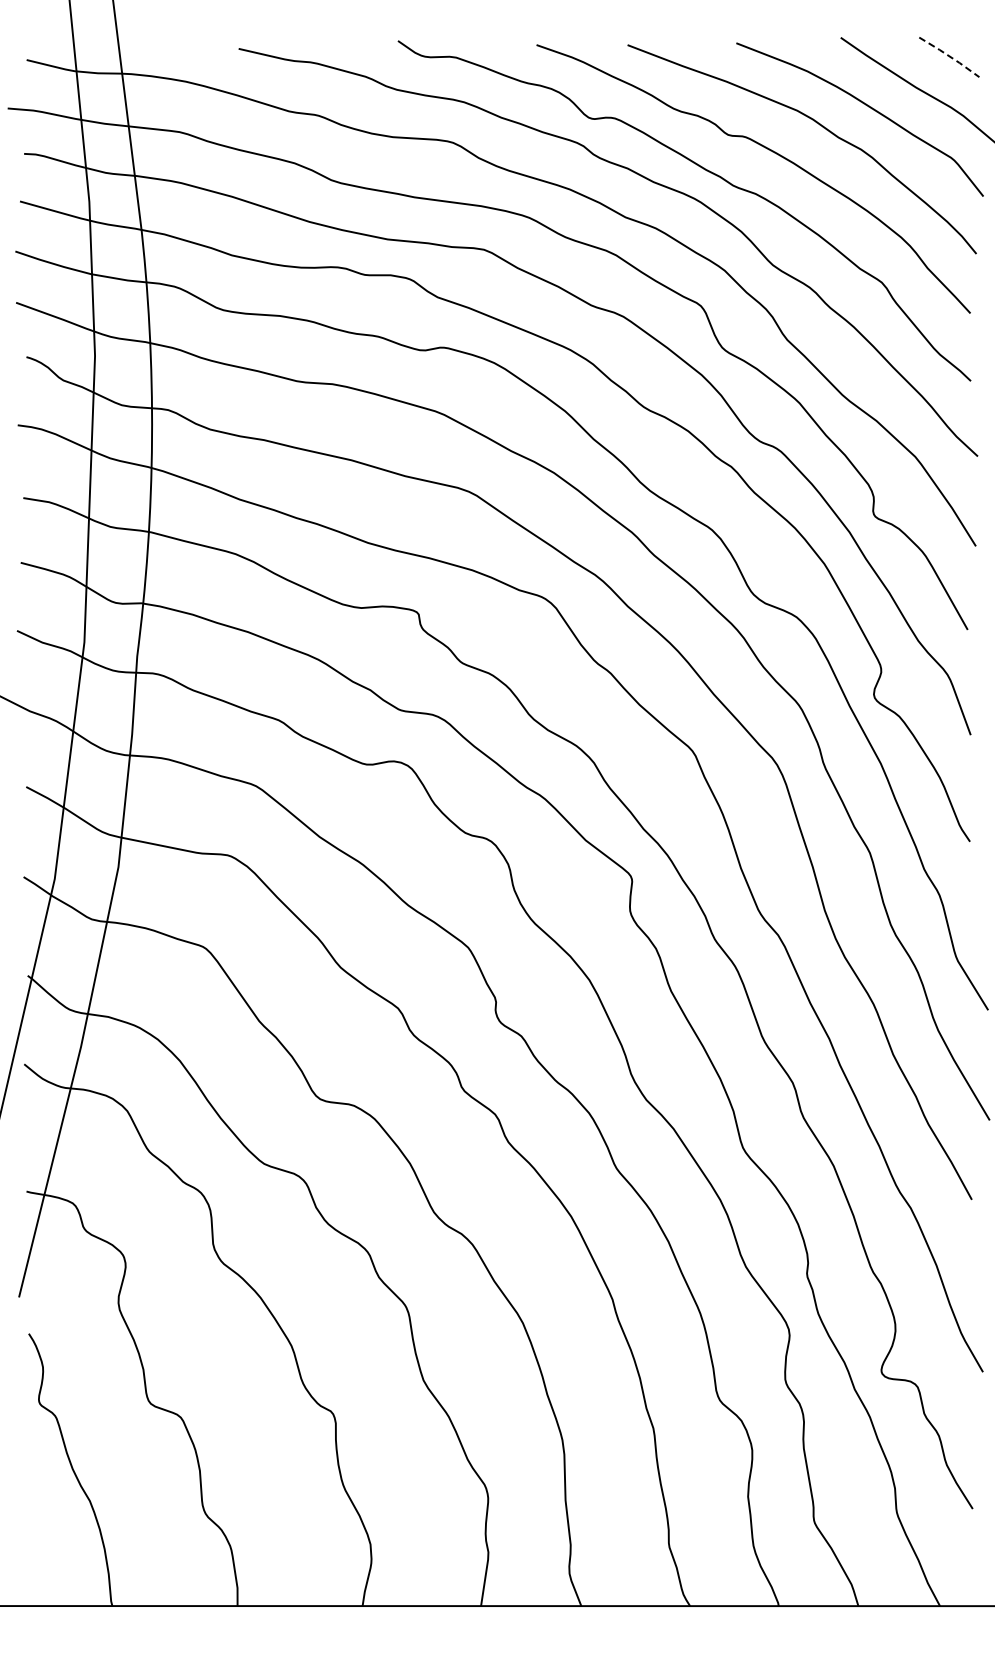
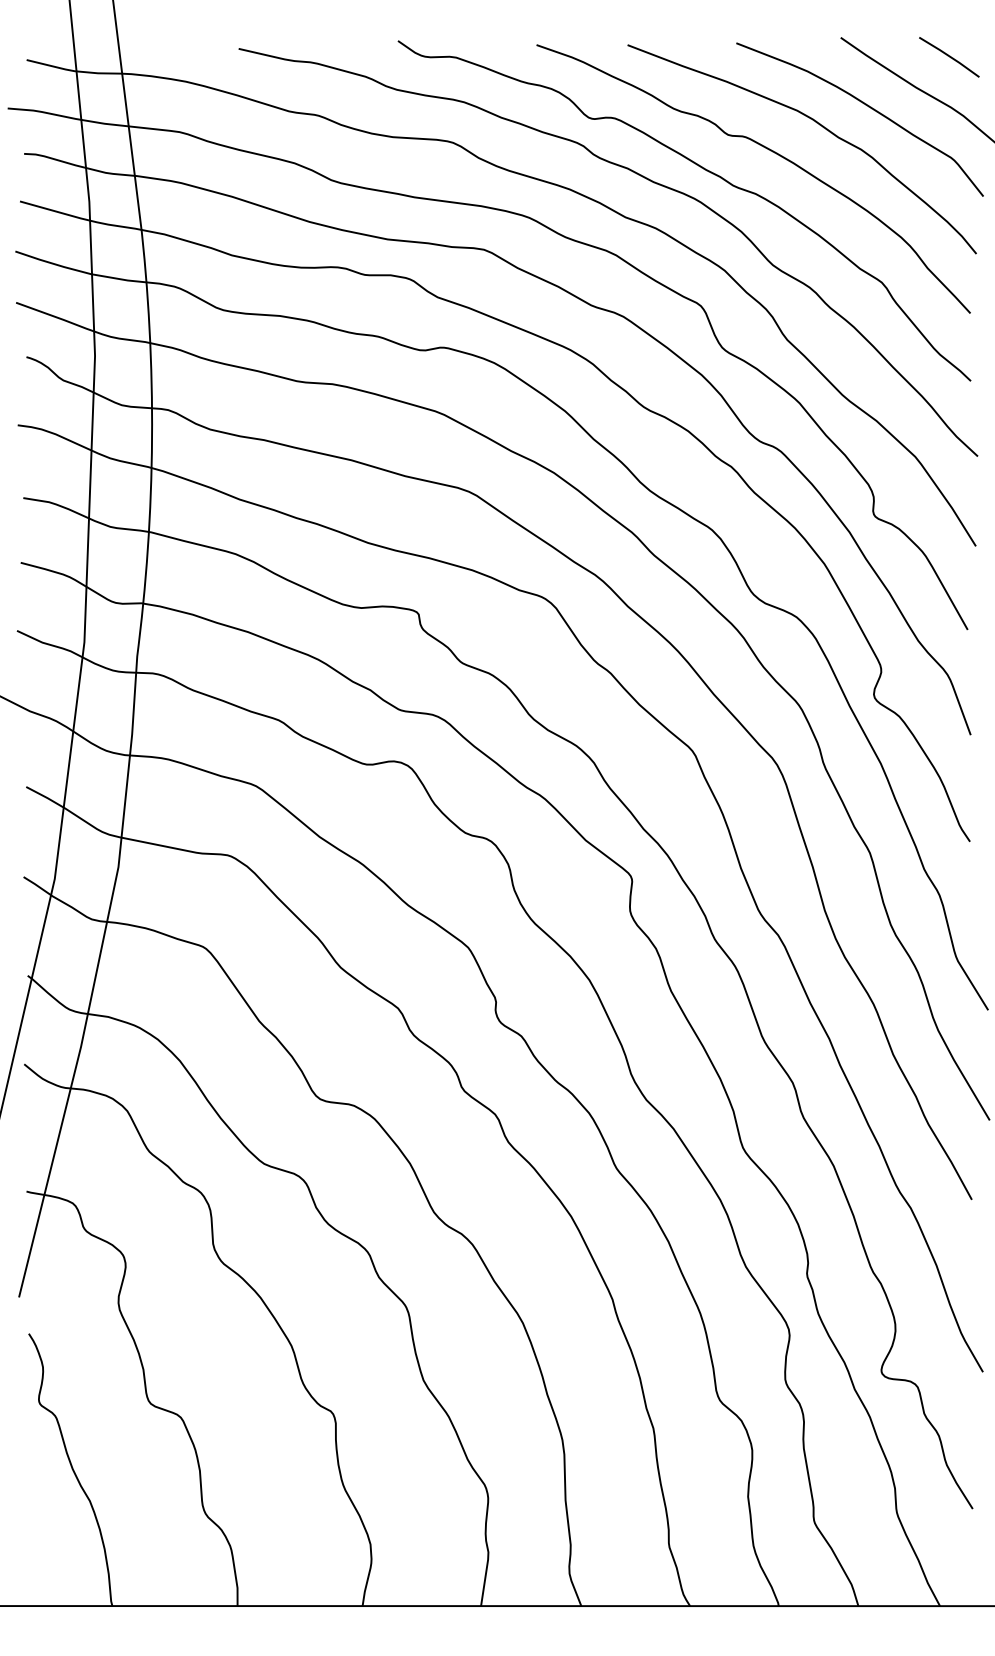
line at (950, 56): dashed -> solid
